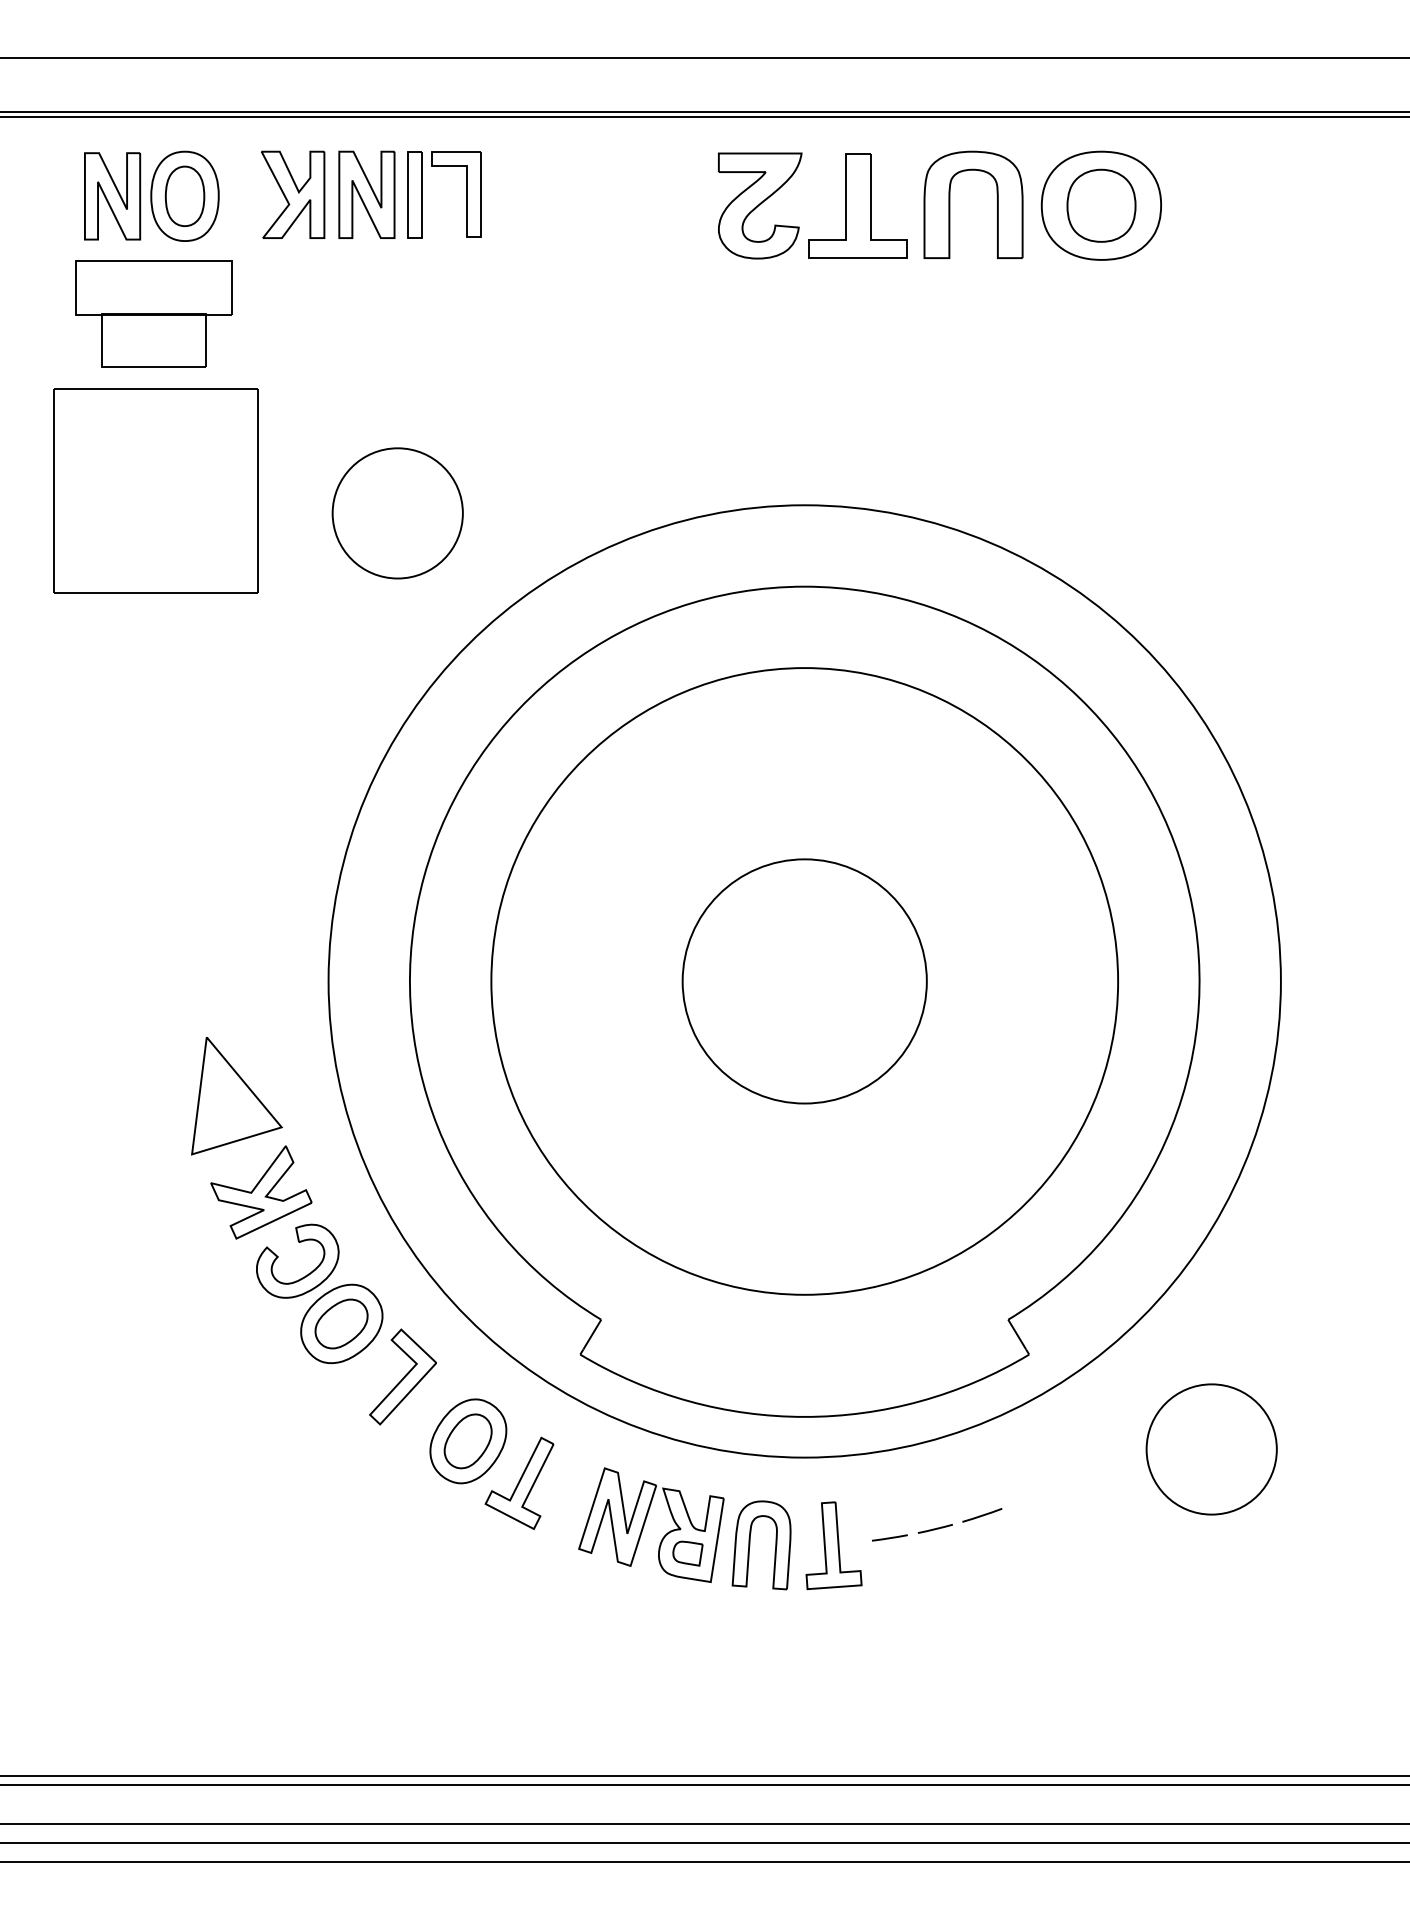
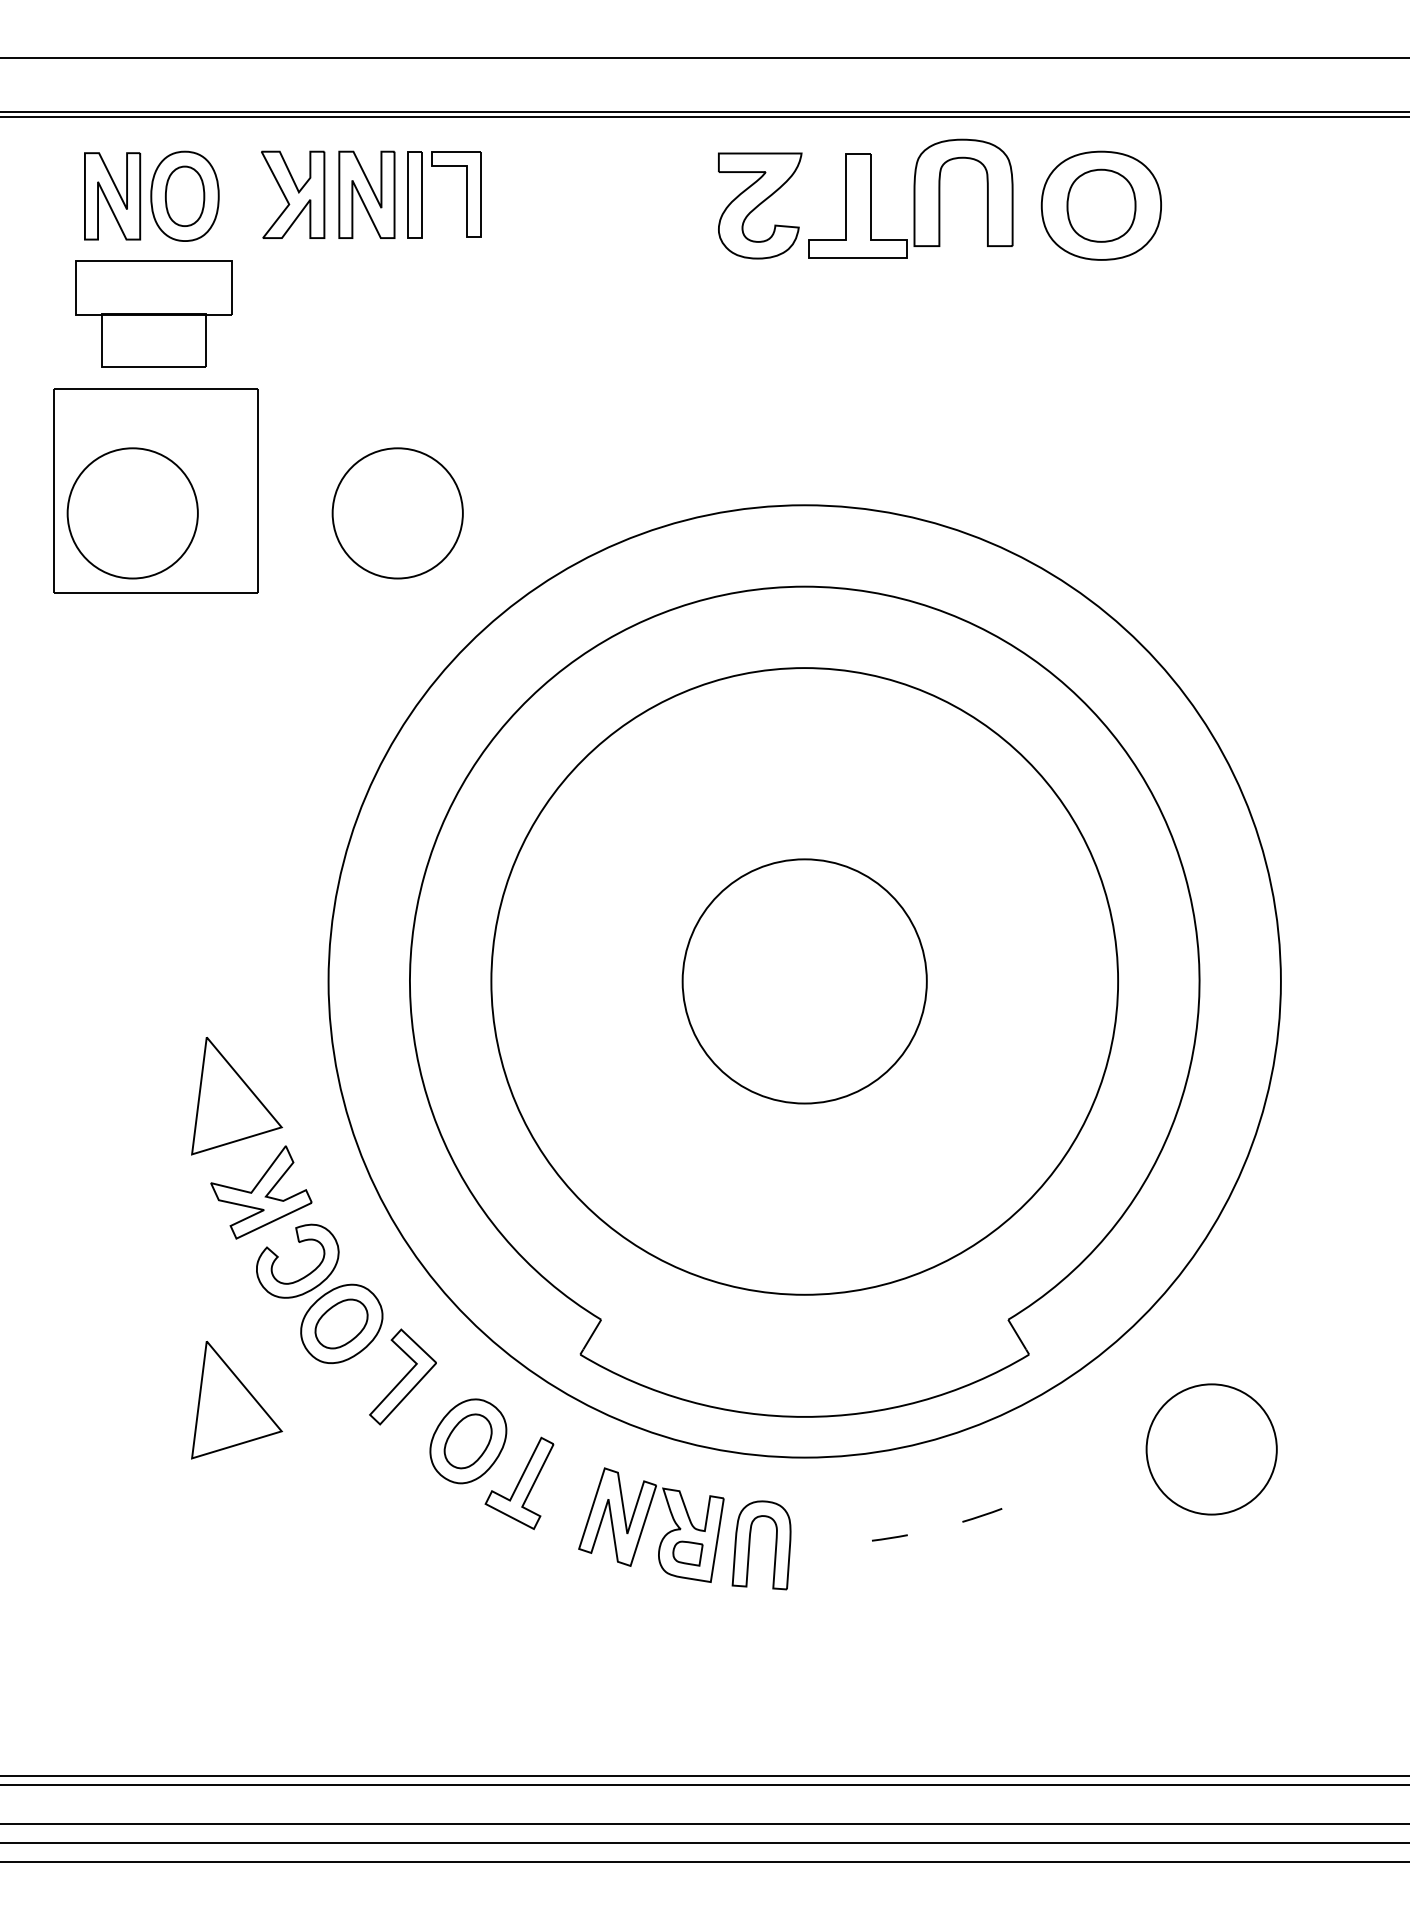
part at (950, 204) position: (950, 204) -> (940, 192)
part at (132, 513): none -> present
part at (236, 1400): none -> present
line at (934, 1528): present -> none
part at (833, 1545): present -> none
